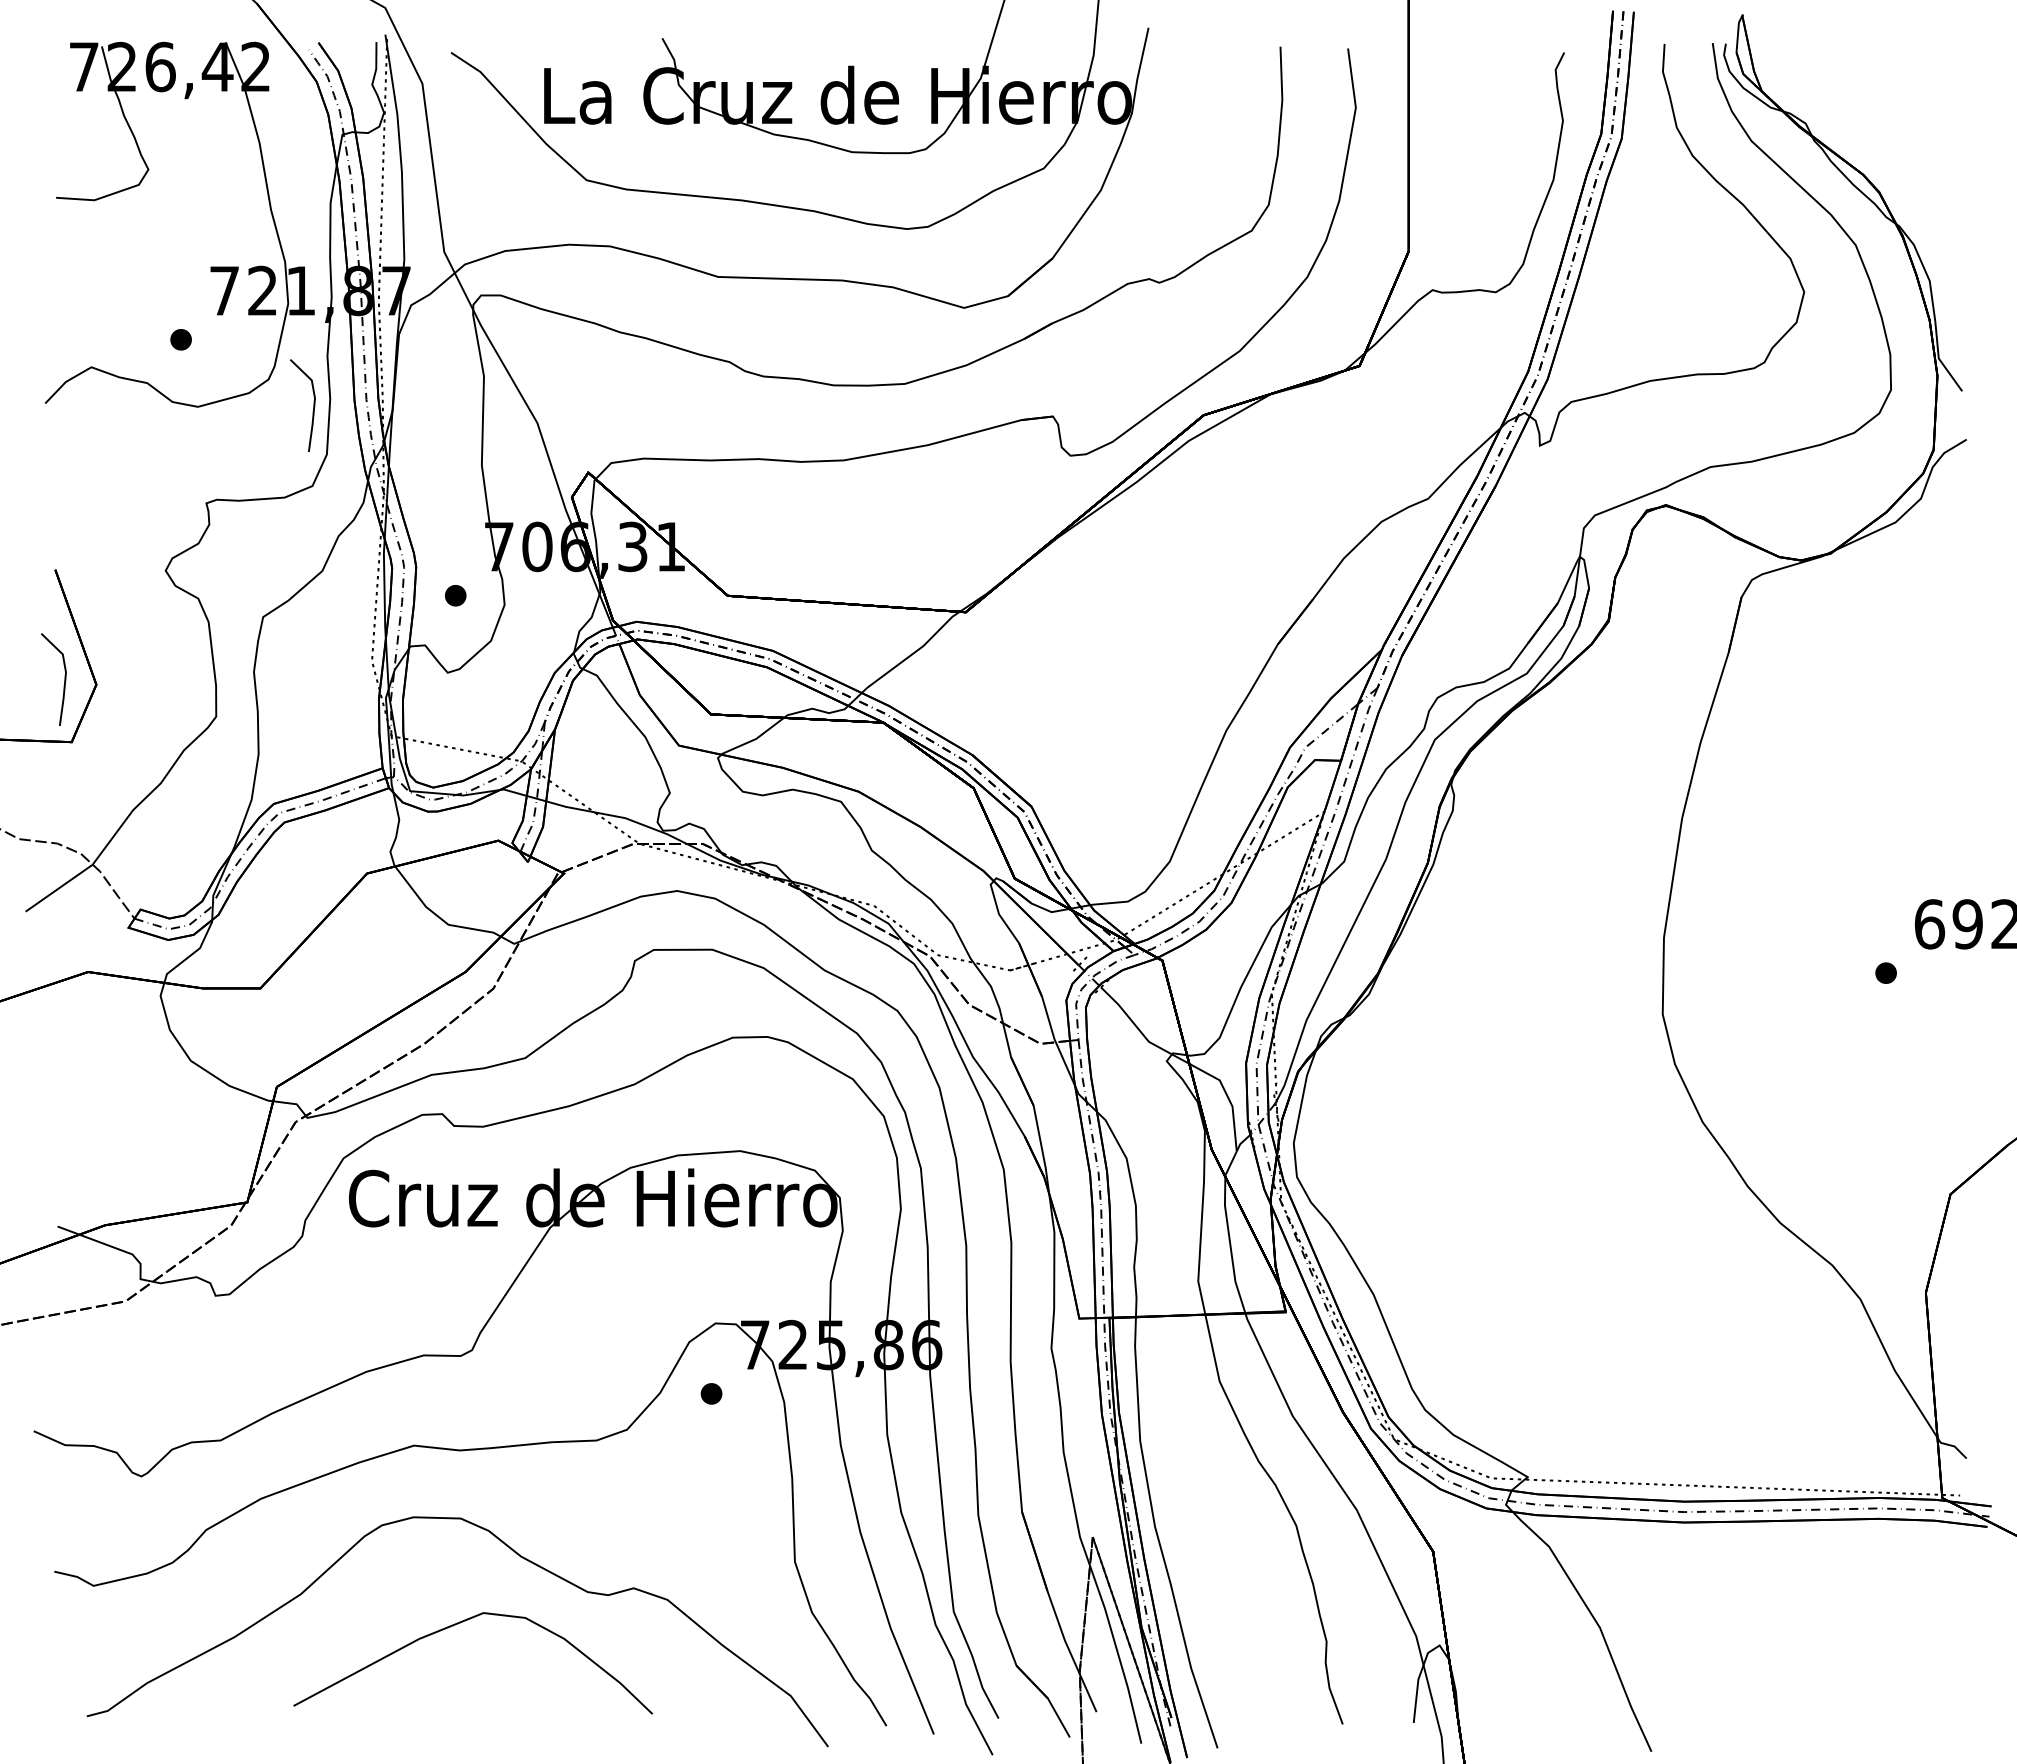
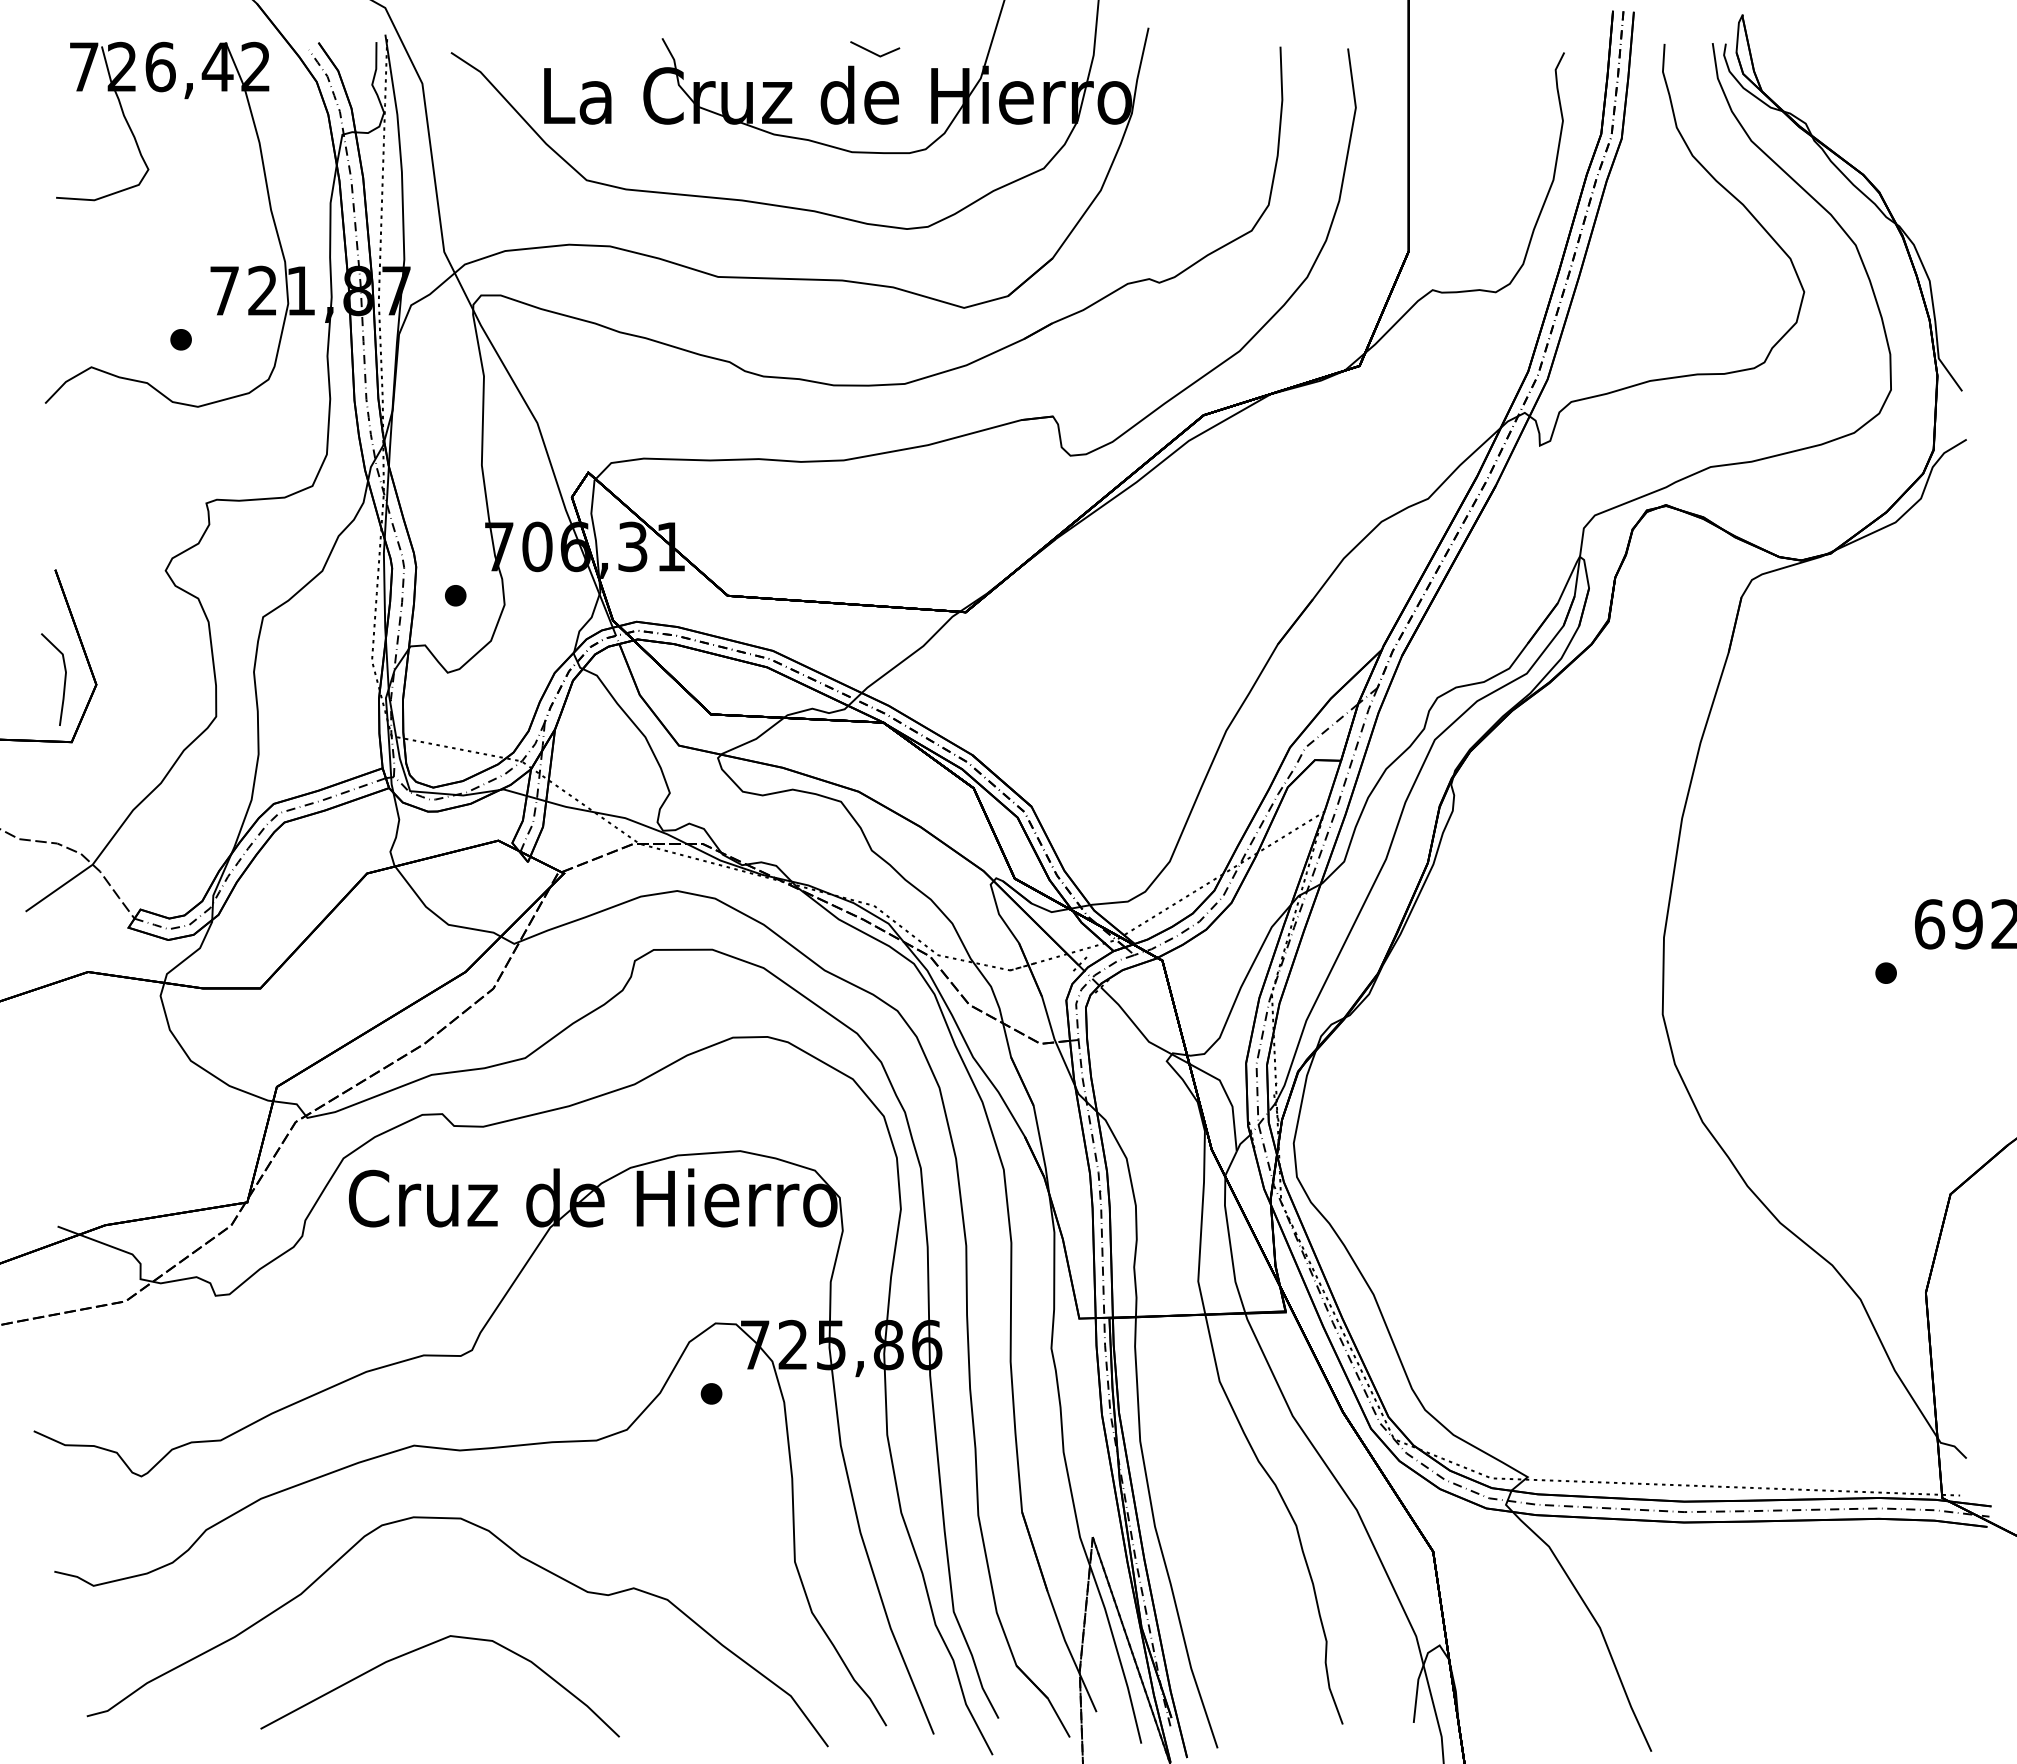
line at (874, 52): none -> present
line at (313, 405): present -> none
curve at (458, 1624) position: (458, 1624) -> (425, 1647)
